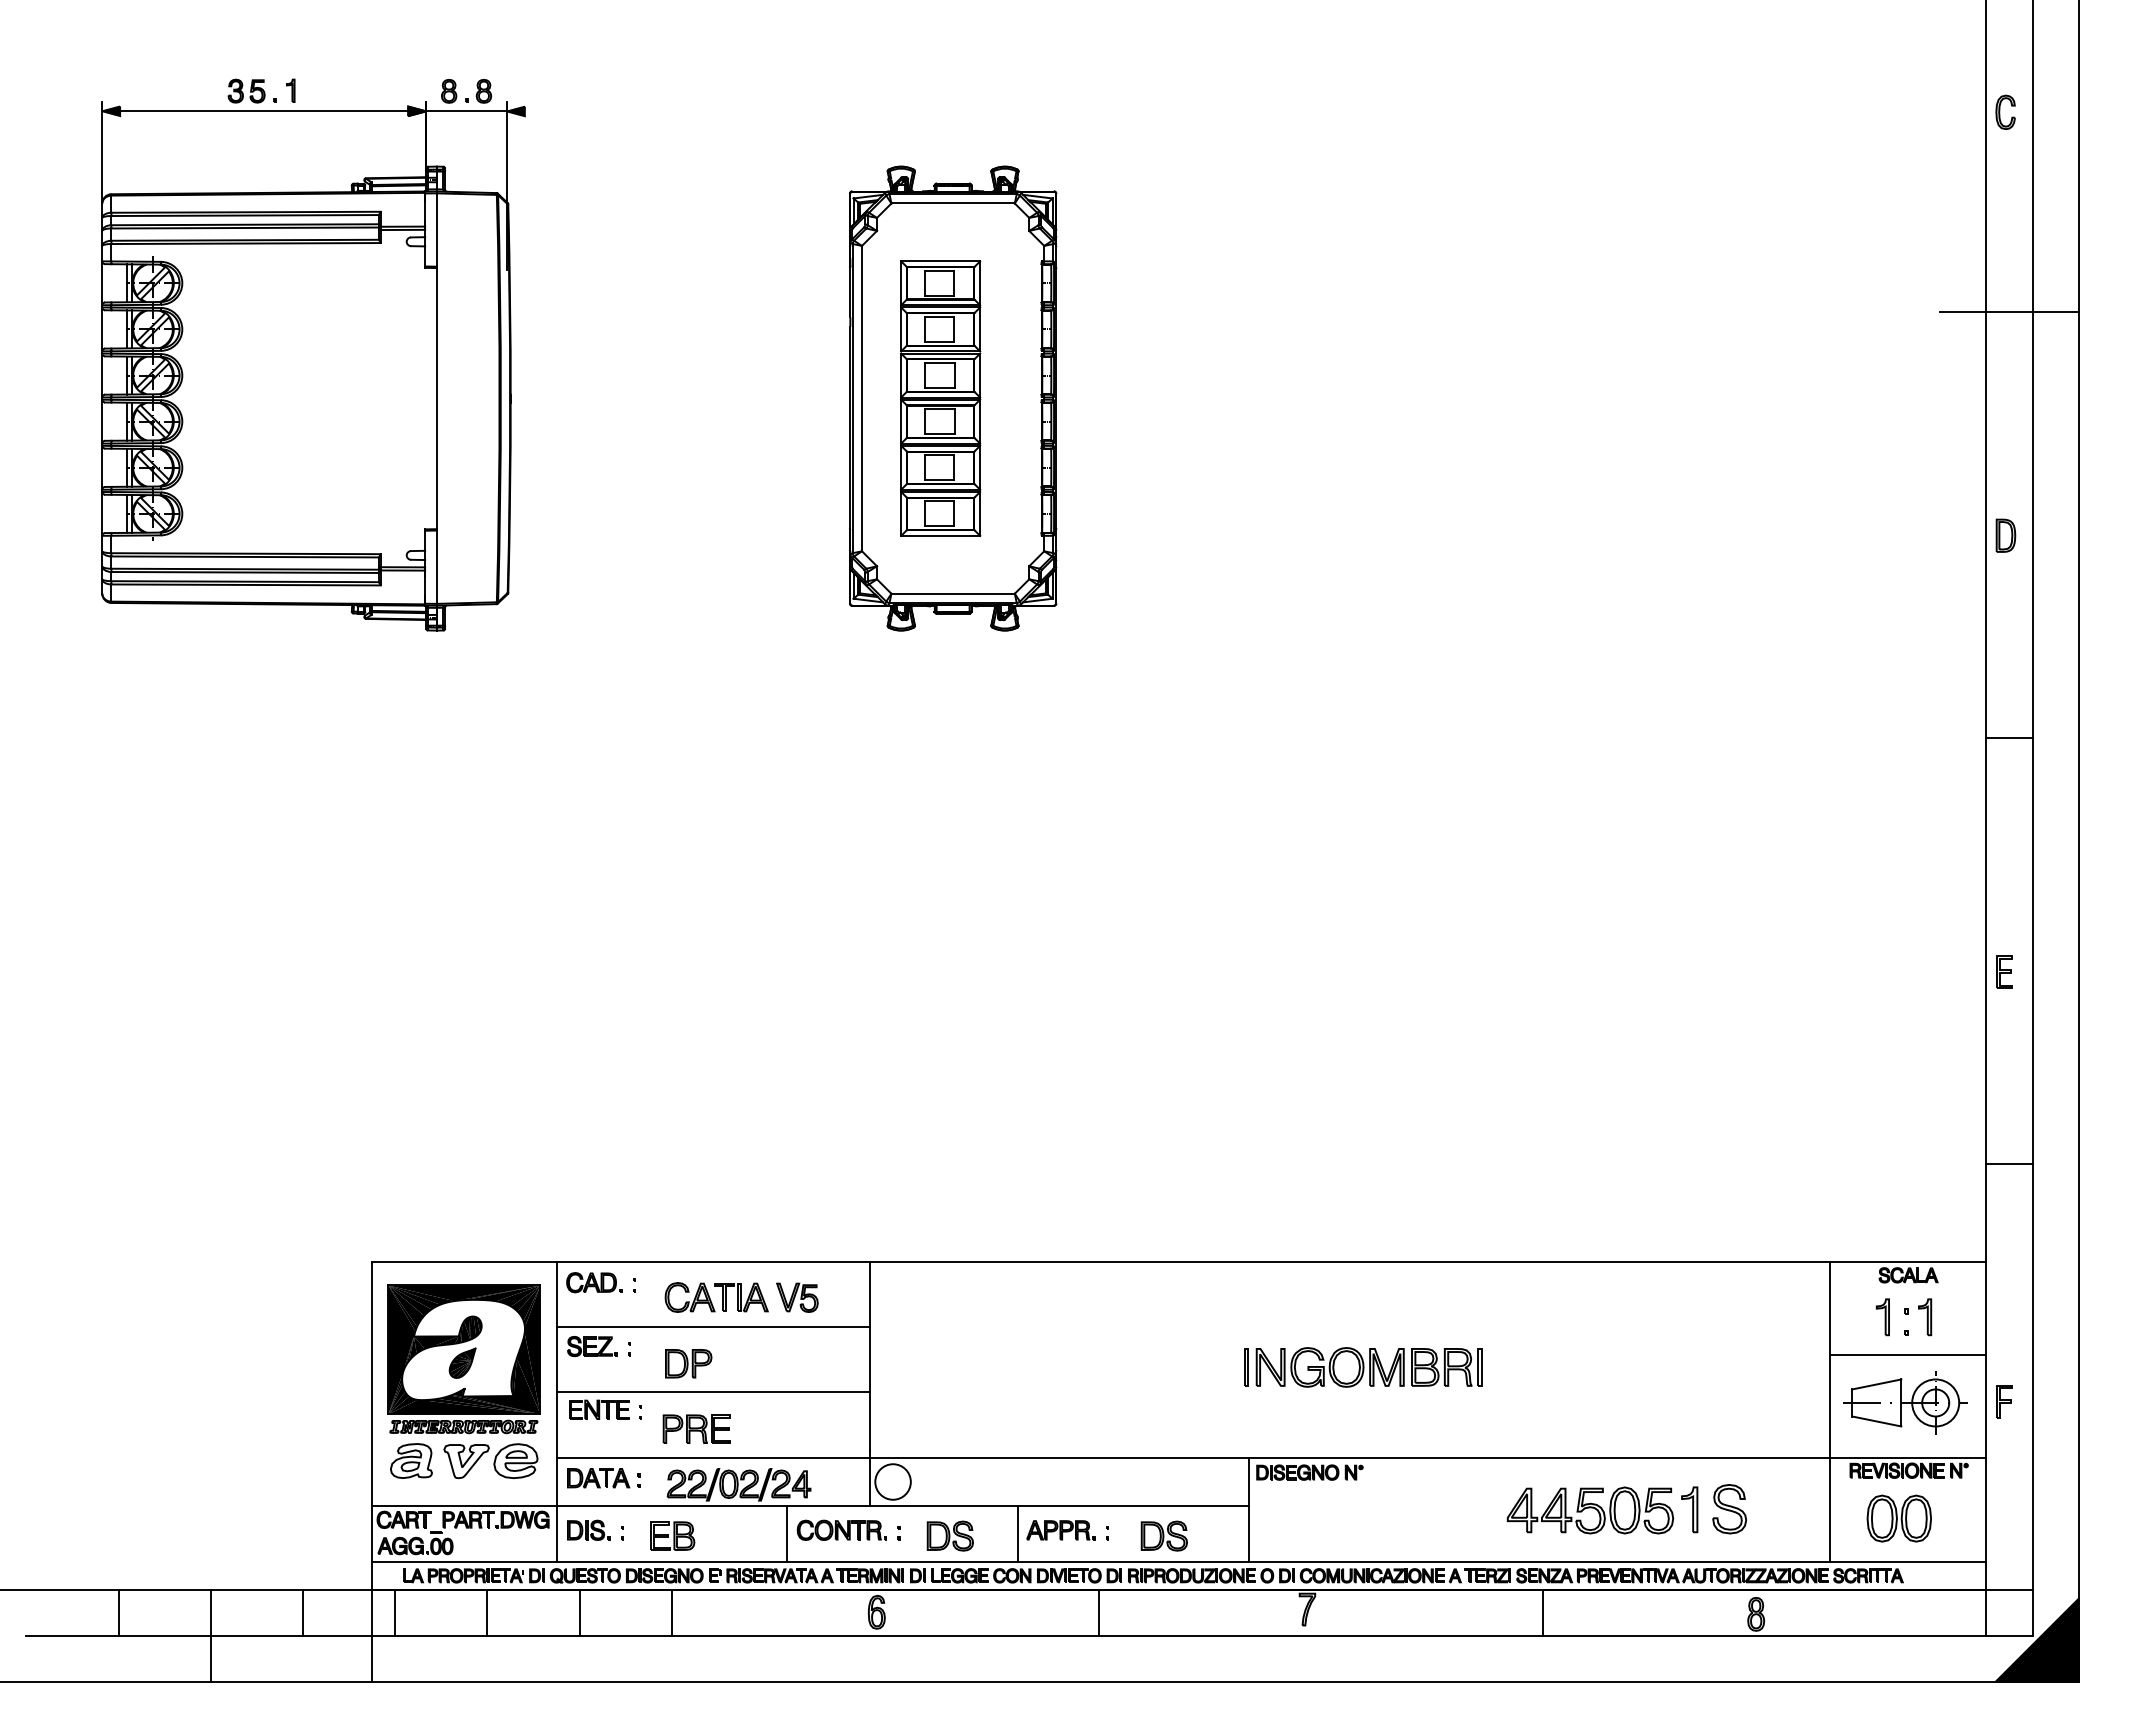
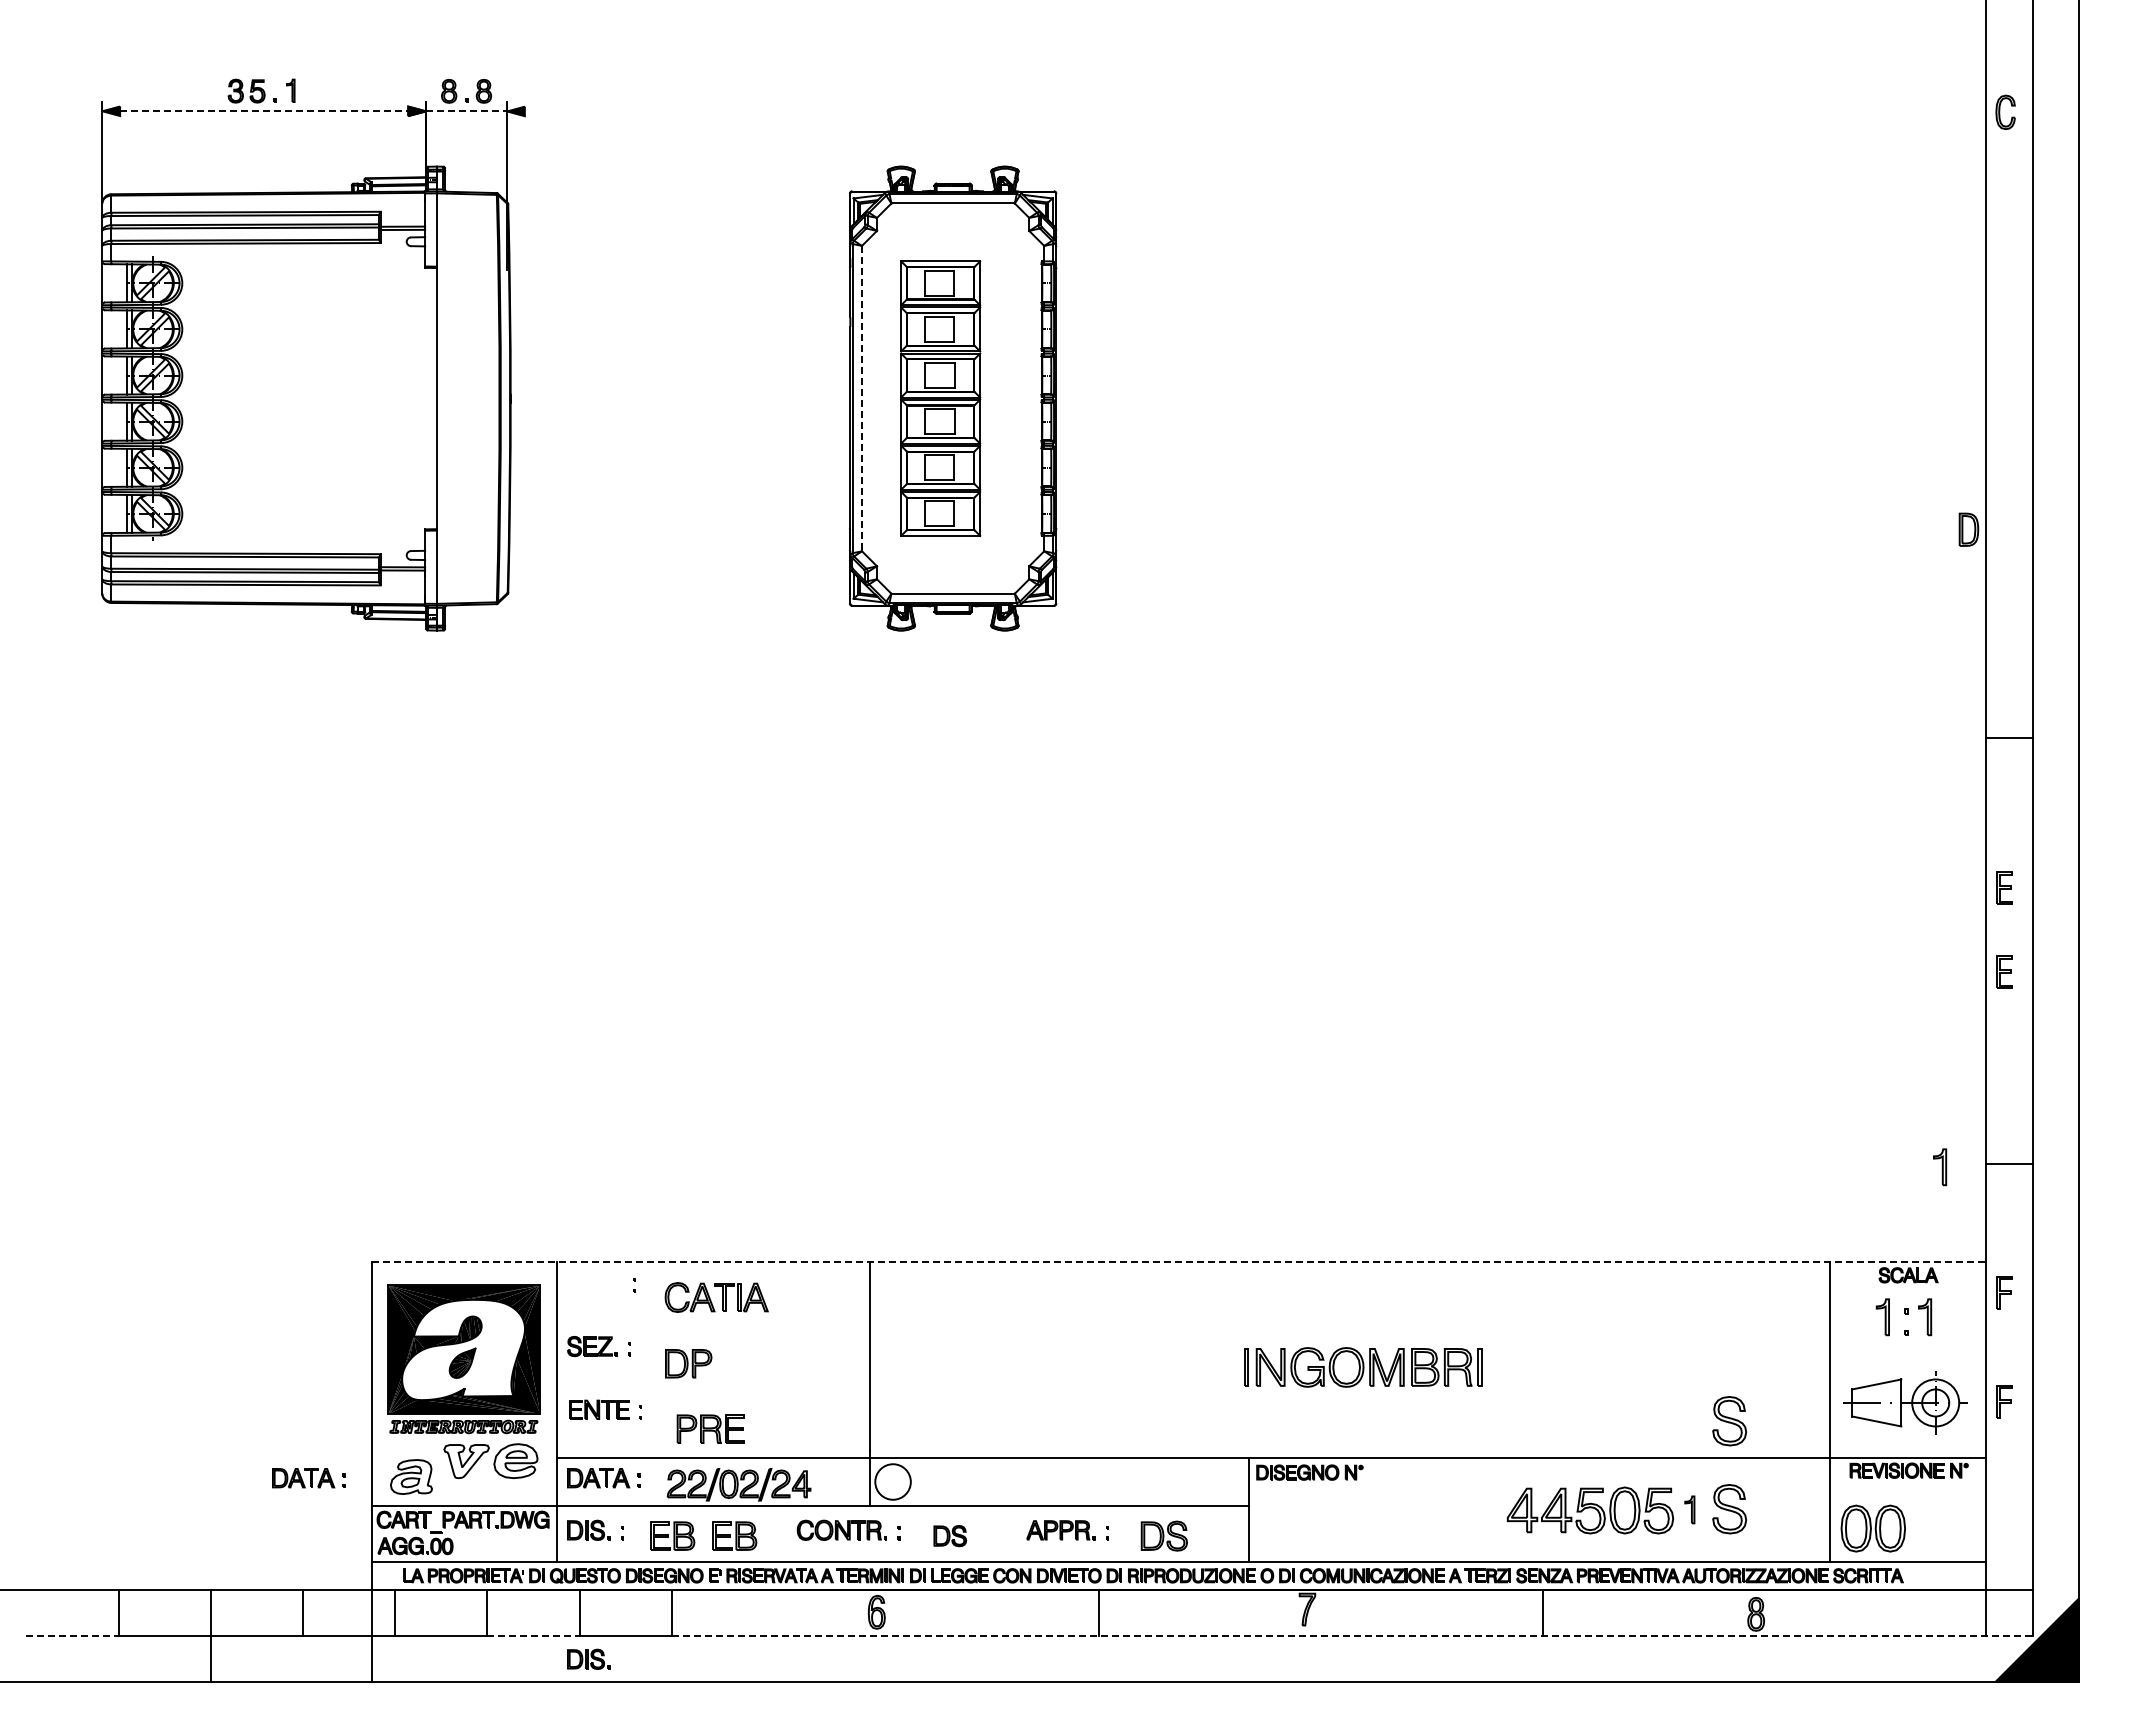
line at (264, 111): solid -> dashed
line at (467, 111): solid -> dashed
line at (2009, 311): present -> none
line at (862, 398): solid -> dashed
part at (2005, 535) position: (2005, 535) -> (1968, 529)
part at (2004, 887): none -> present
part at (1940, 1167): none -> present
line at (1179, 1262): solid -> dashed
part at (594, 1282): present -> none
part at (2004, 1292): none -> present
part at (797, 1297): present -> none
line at (713, 1327): present -> none
line at (1907, 1355): present -> none
line at (713, 1392): present -> none
part at (1729, 1421): none -> present
part at (696, 1428) position: (696, 1428) -> (710, 1428)
part at (411, 1460) position: (411, 1460) -> (411, 1476)
part at (308, 1478): none -> present
part at (1689, 1509) size: 18x48 px -> 12x30 px
part at (1898, 1518) position: (1898, 1518) -> (1872, 1528)
line at (787, 1533): present -> none
line at (1017, 1533): present -> none
part at (734, 1535): none -> present
part at (949, 1535) size: 48x32 px -> 34x23 px
line at (72, 1635): solid -> dashed
line at (534, 1635): solid -> dashed
line at (1352, 1635): solid -> dashed
part at (588, 1658): none -> present
